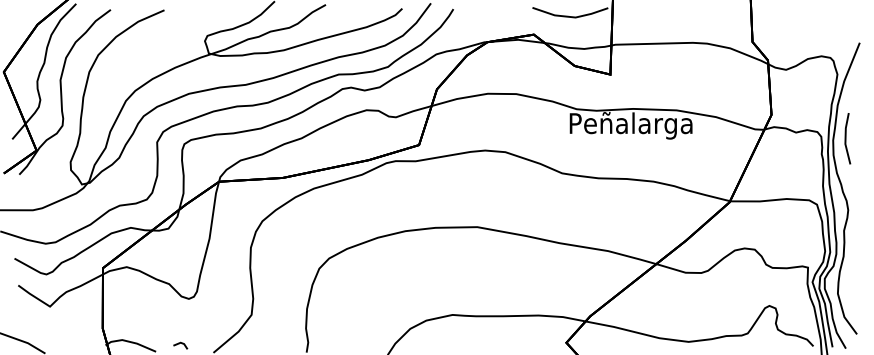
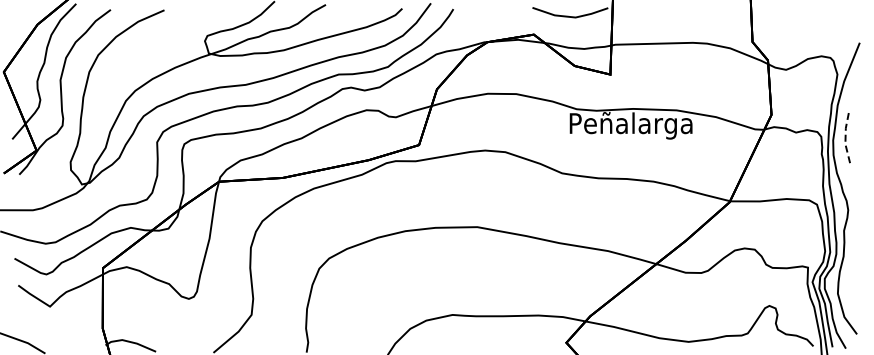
line at (845, 139): solid -> dashed
line at (179, 344): present -> none
